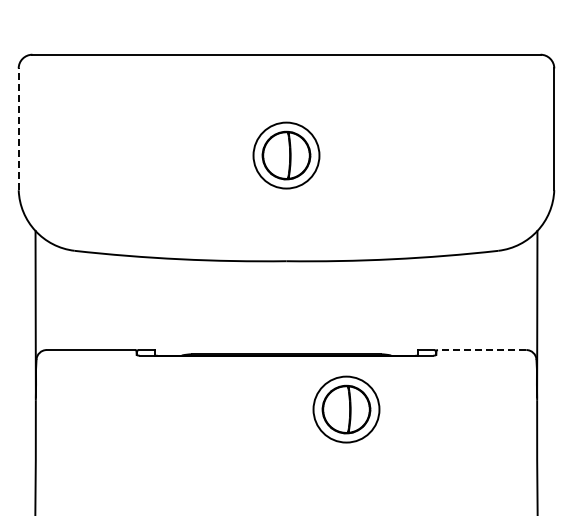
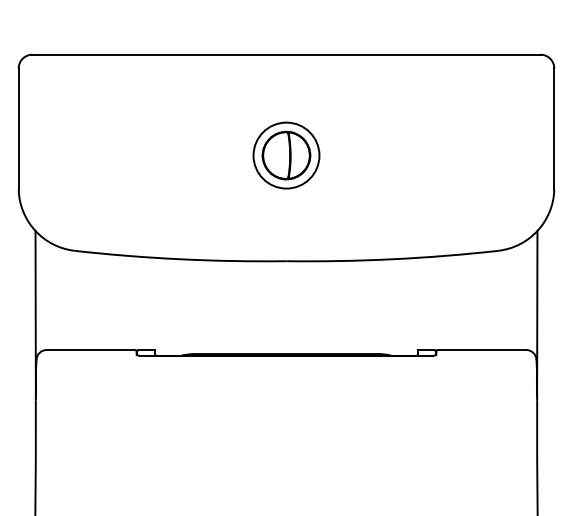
line at (18, 129): dashed -> solid
line at (481, 350): dashed -> solid
part at (346, 409): present -> none
